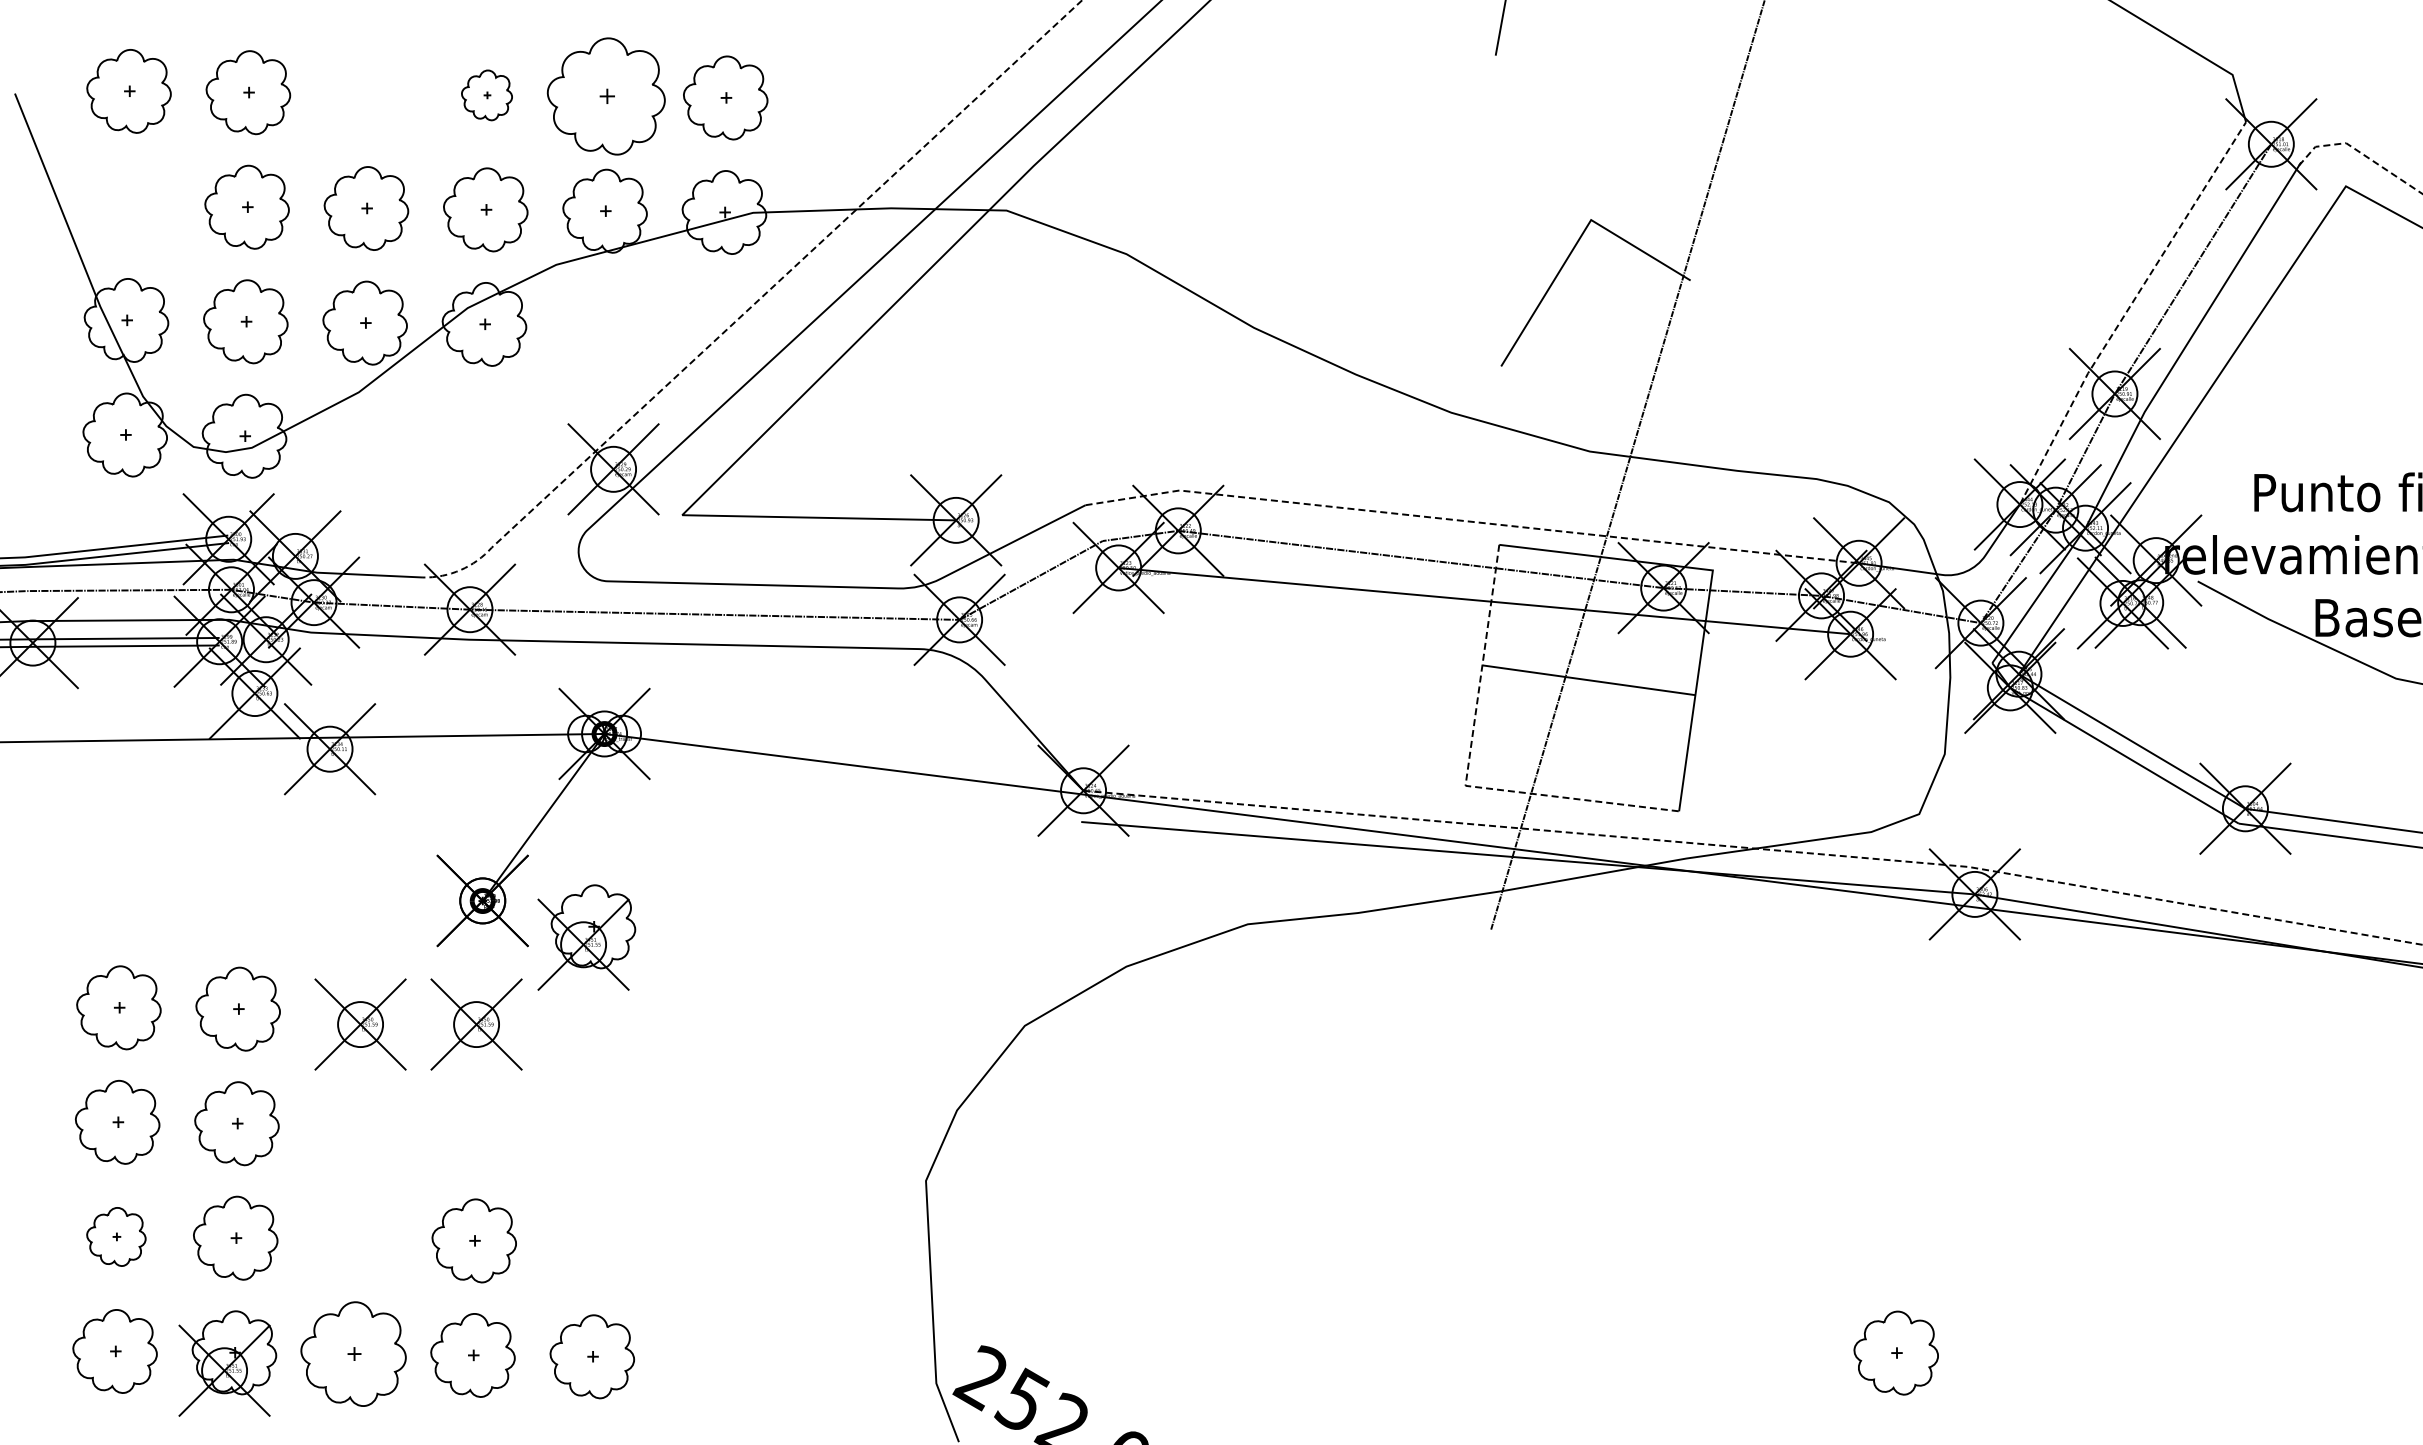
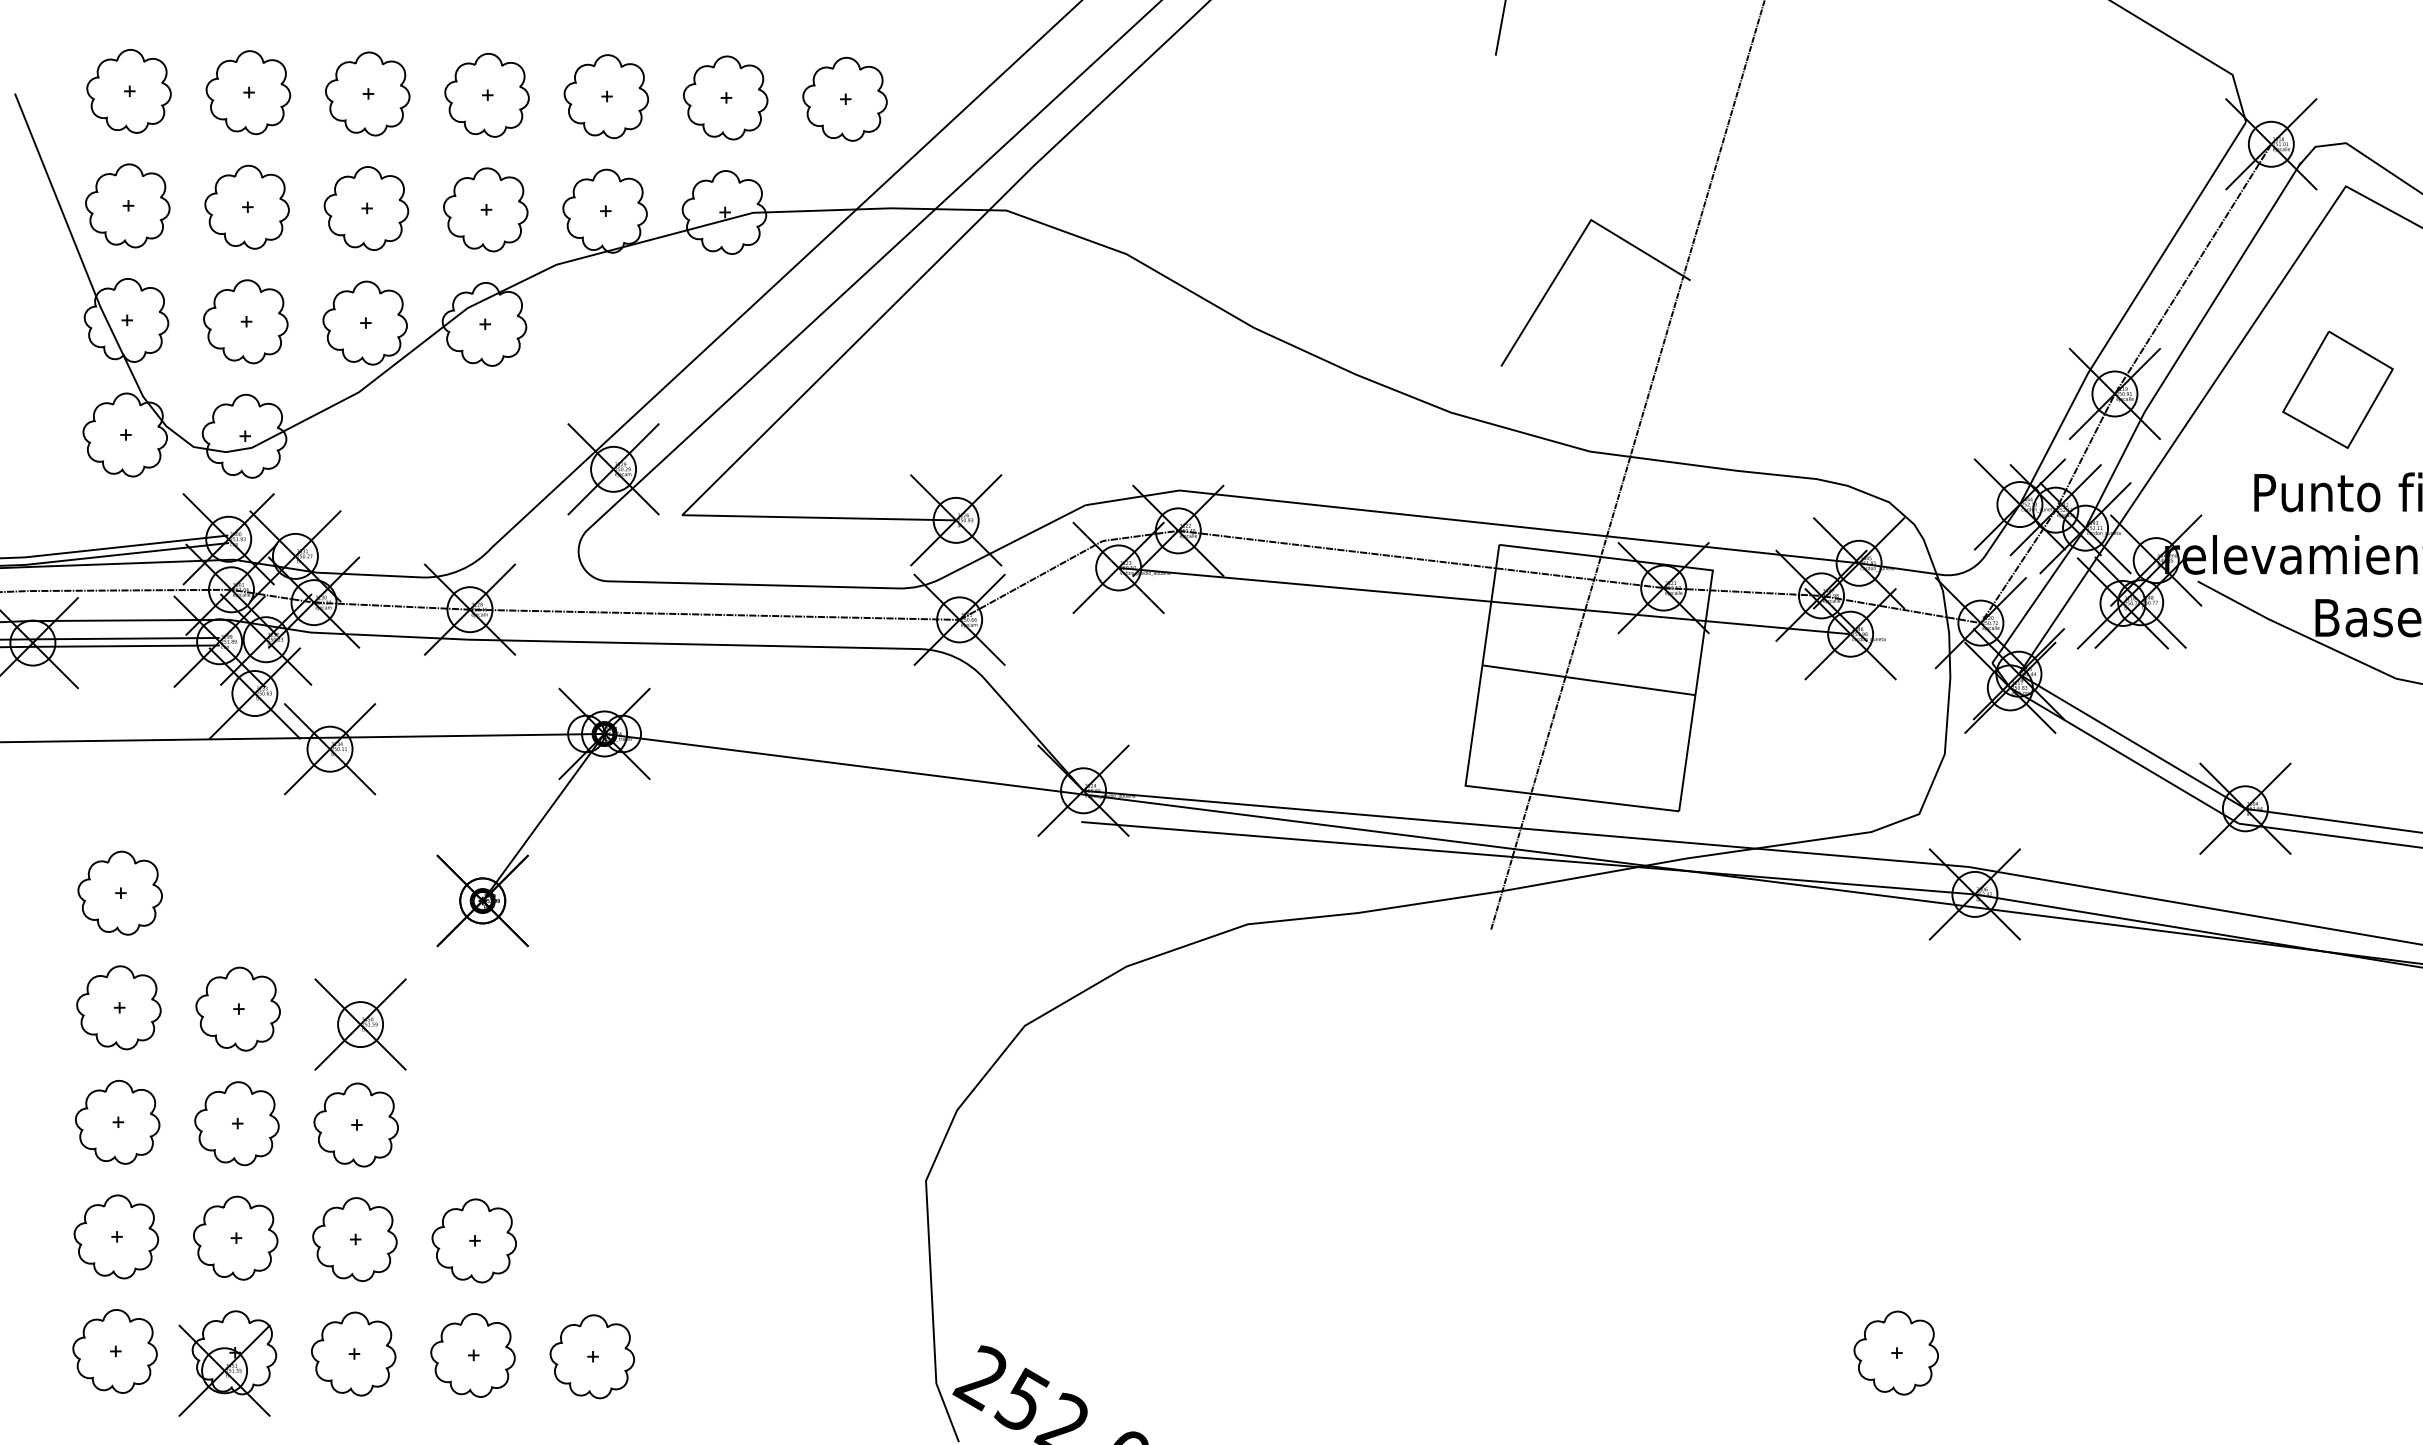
part at (367, 93): none -> present
part at (486, 95) size: 52x53 px -> 86x85 px
part at (605, 96) size: 120x119 px -> 87x86 px
part at (844, 98): none -> present
line at (2360, 152): dashed -> solid
part at (127, 205): none -> present
line at (754, 303): dashed -> solid
line at (2127, 310): dashed -> solid
part at (2337, 389): none -> present
line at (1471, 521): dashed -> solid
line at (1467, 772): dashed -> solid
line at (1756, 848): dashed -> solid
part at (119, 892): none -> present
part at (586, 937): present -> none
part at (476, 1024): present -> none
part at (355, 1124): none -> present
part at (116, 1236) size: 61x60 px -> 87x86 px
part at (354, 1239): none -> present
part at (353, 1353) size: 107x106 px -> 86x86 px
